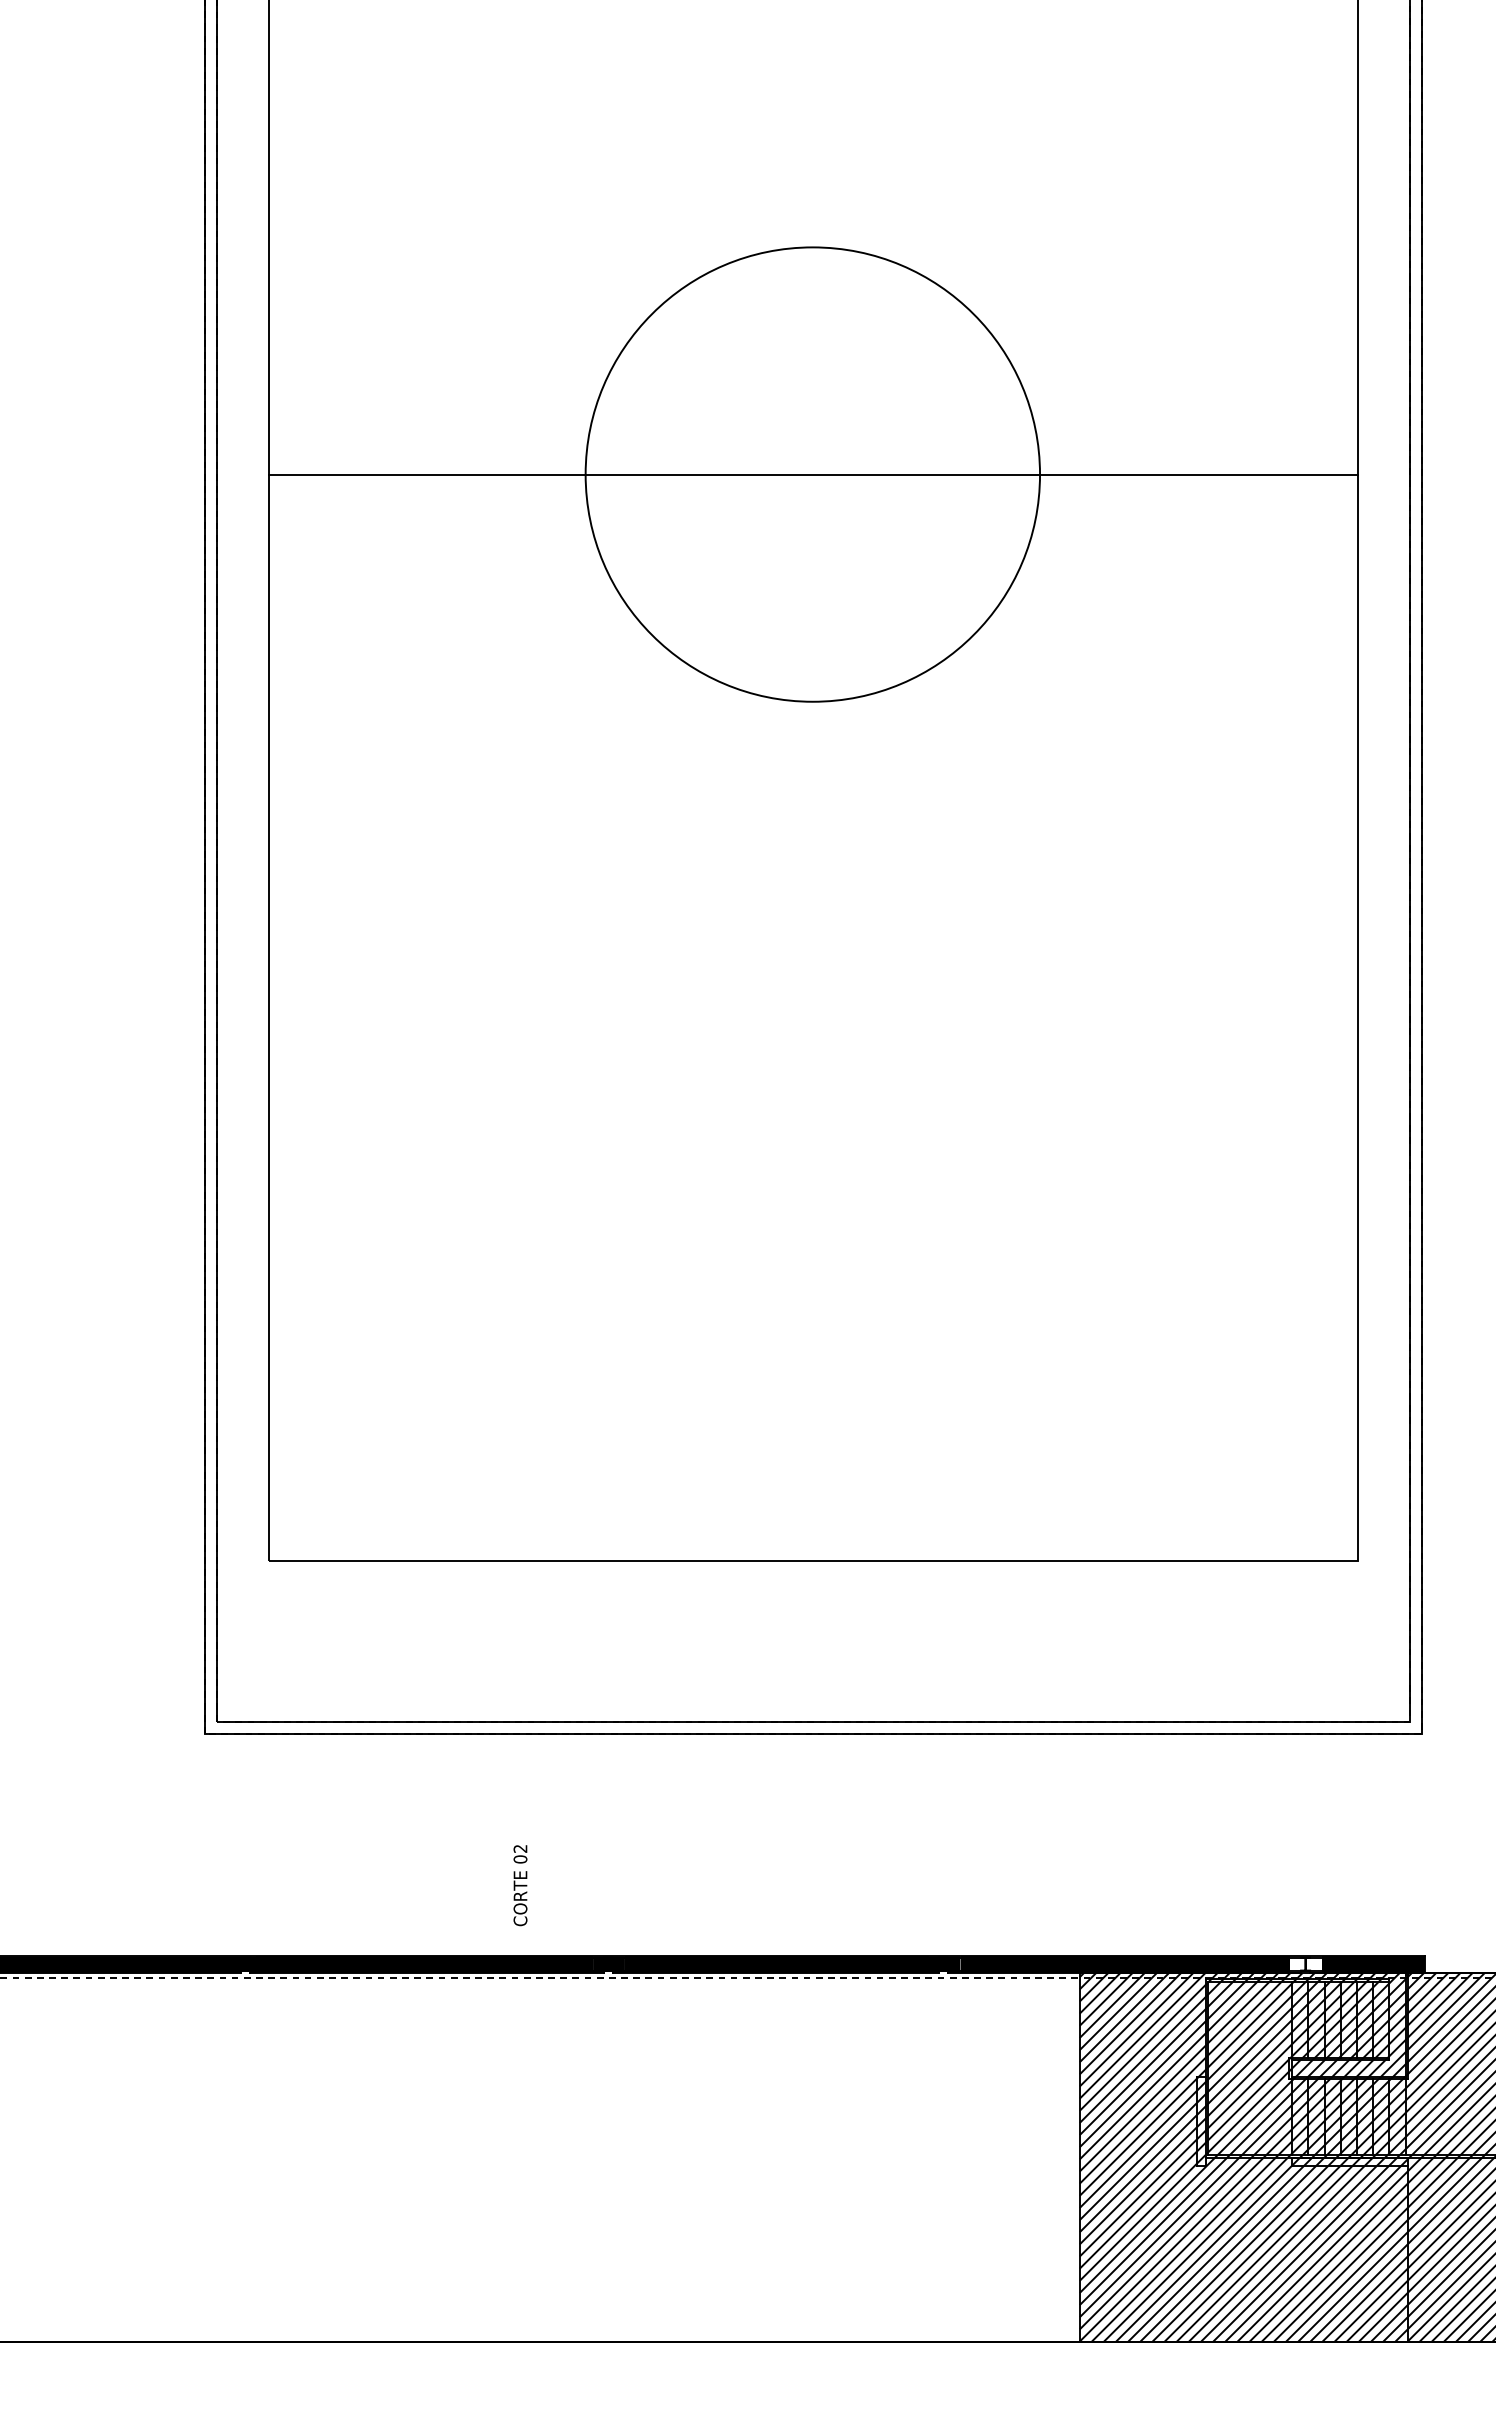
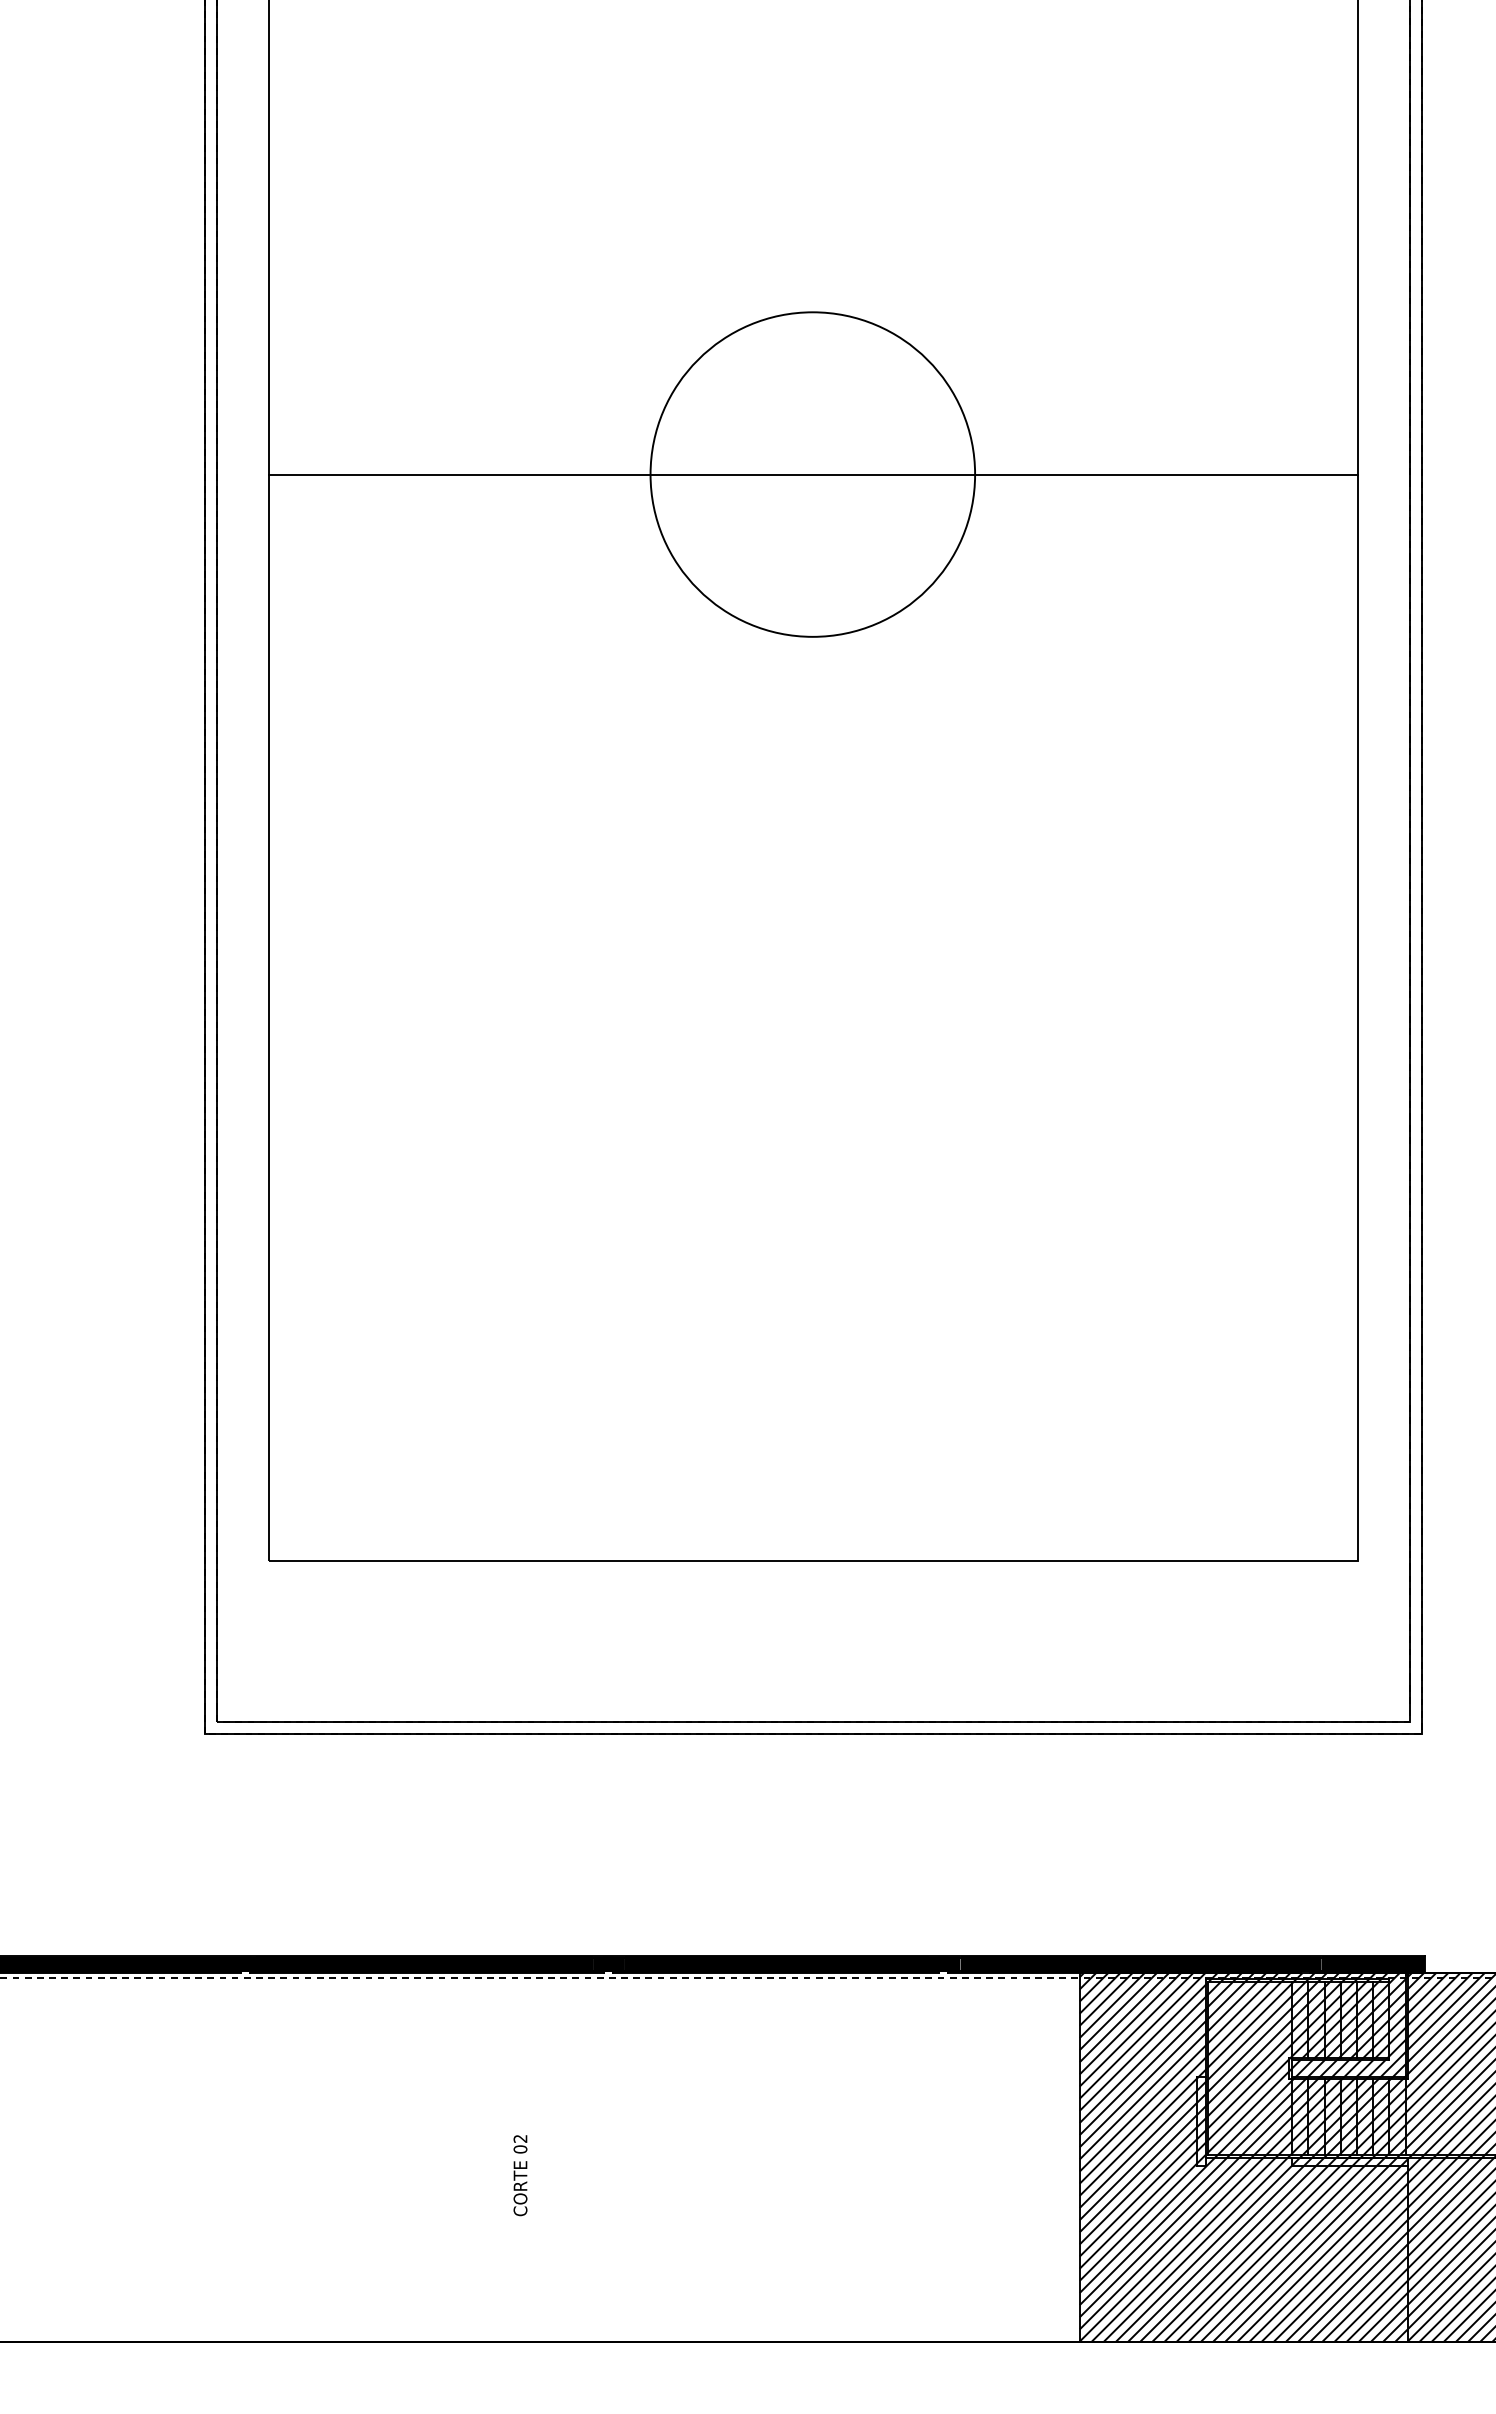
circle at (812, 474) diameter: 454 px -> 325 px
text at (520, 1885) position: (520, 1885) -> (520, 2175)
fill at (1305, 1964): none -> present
